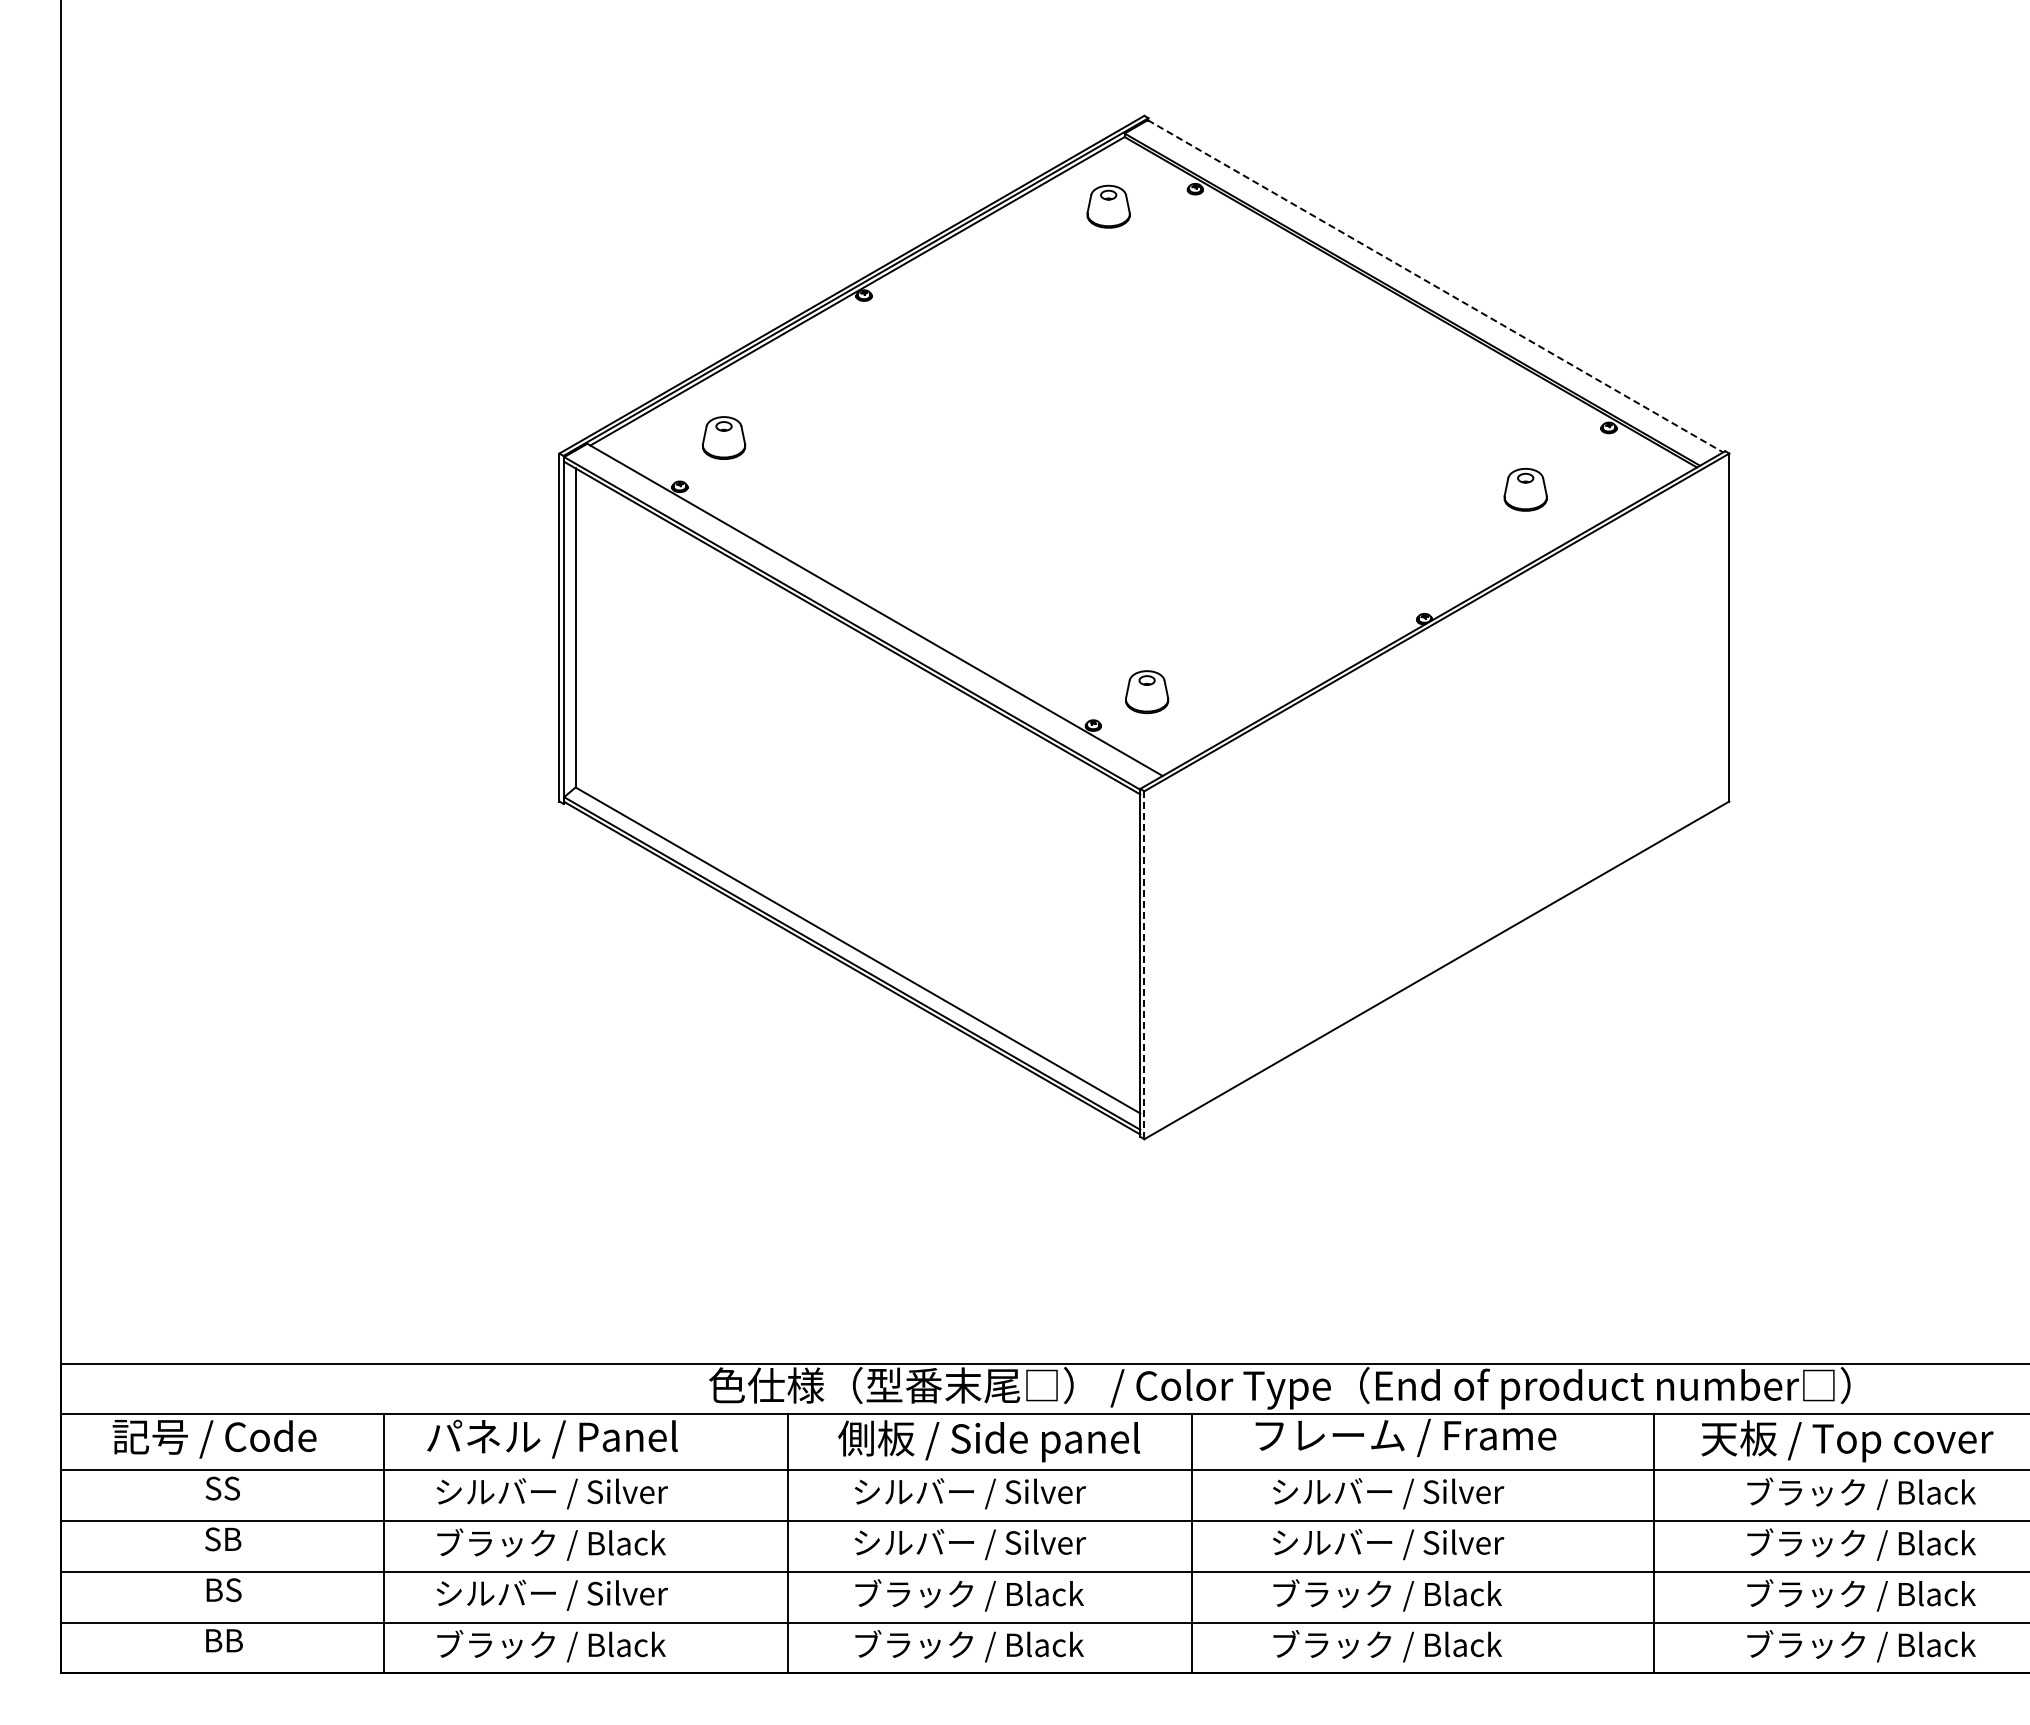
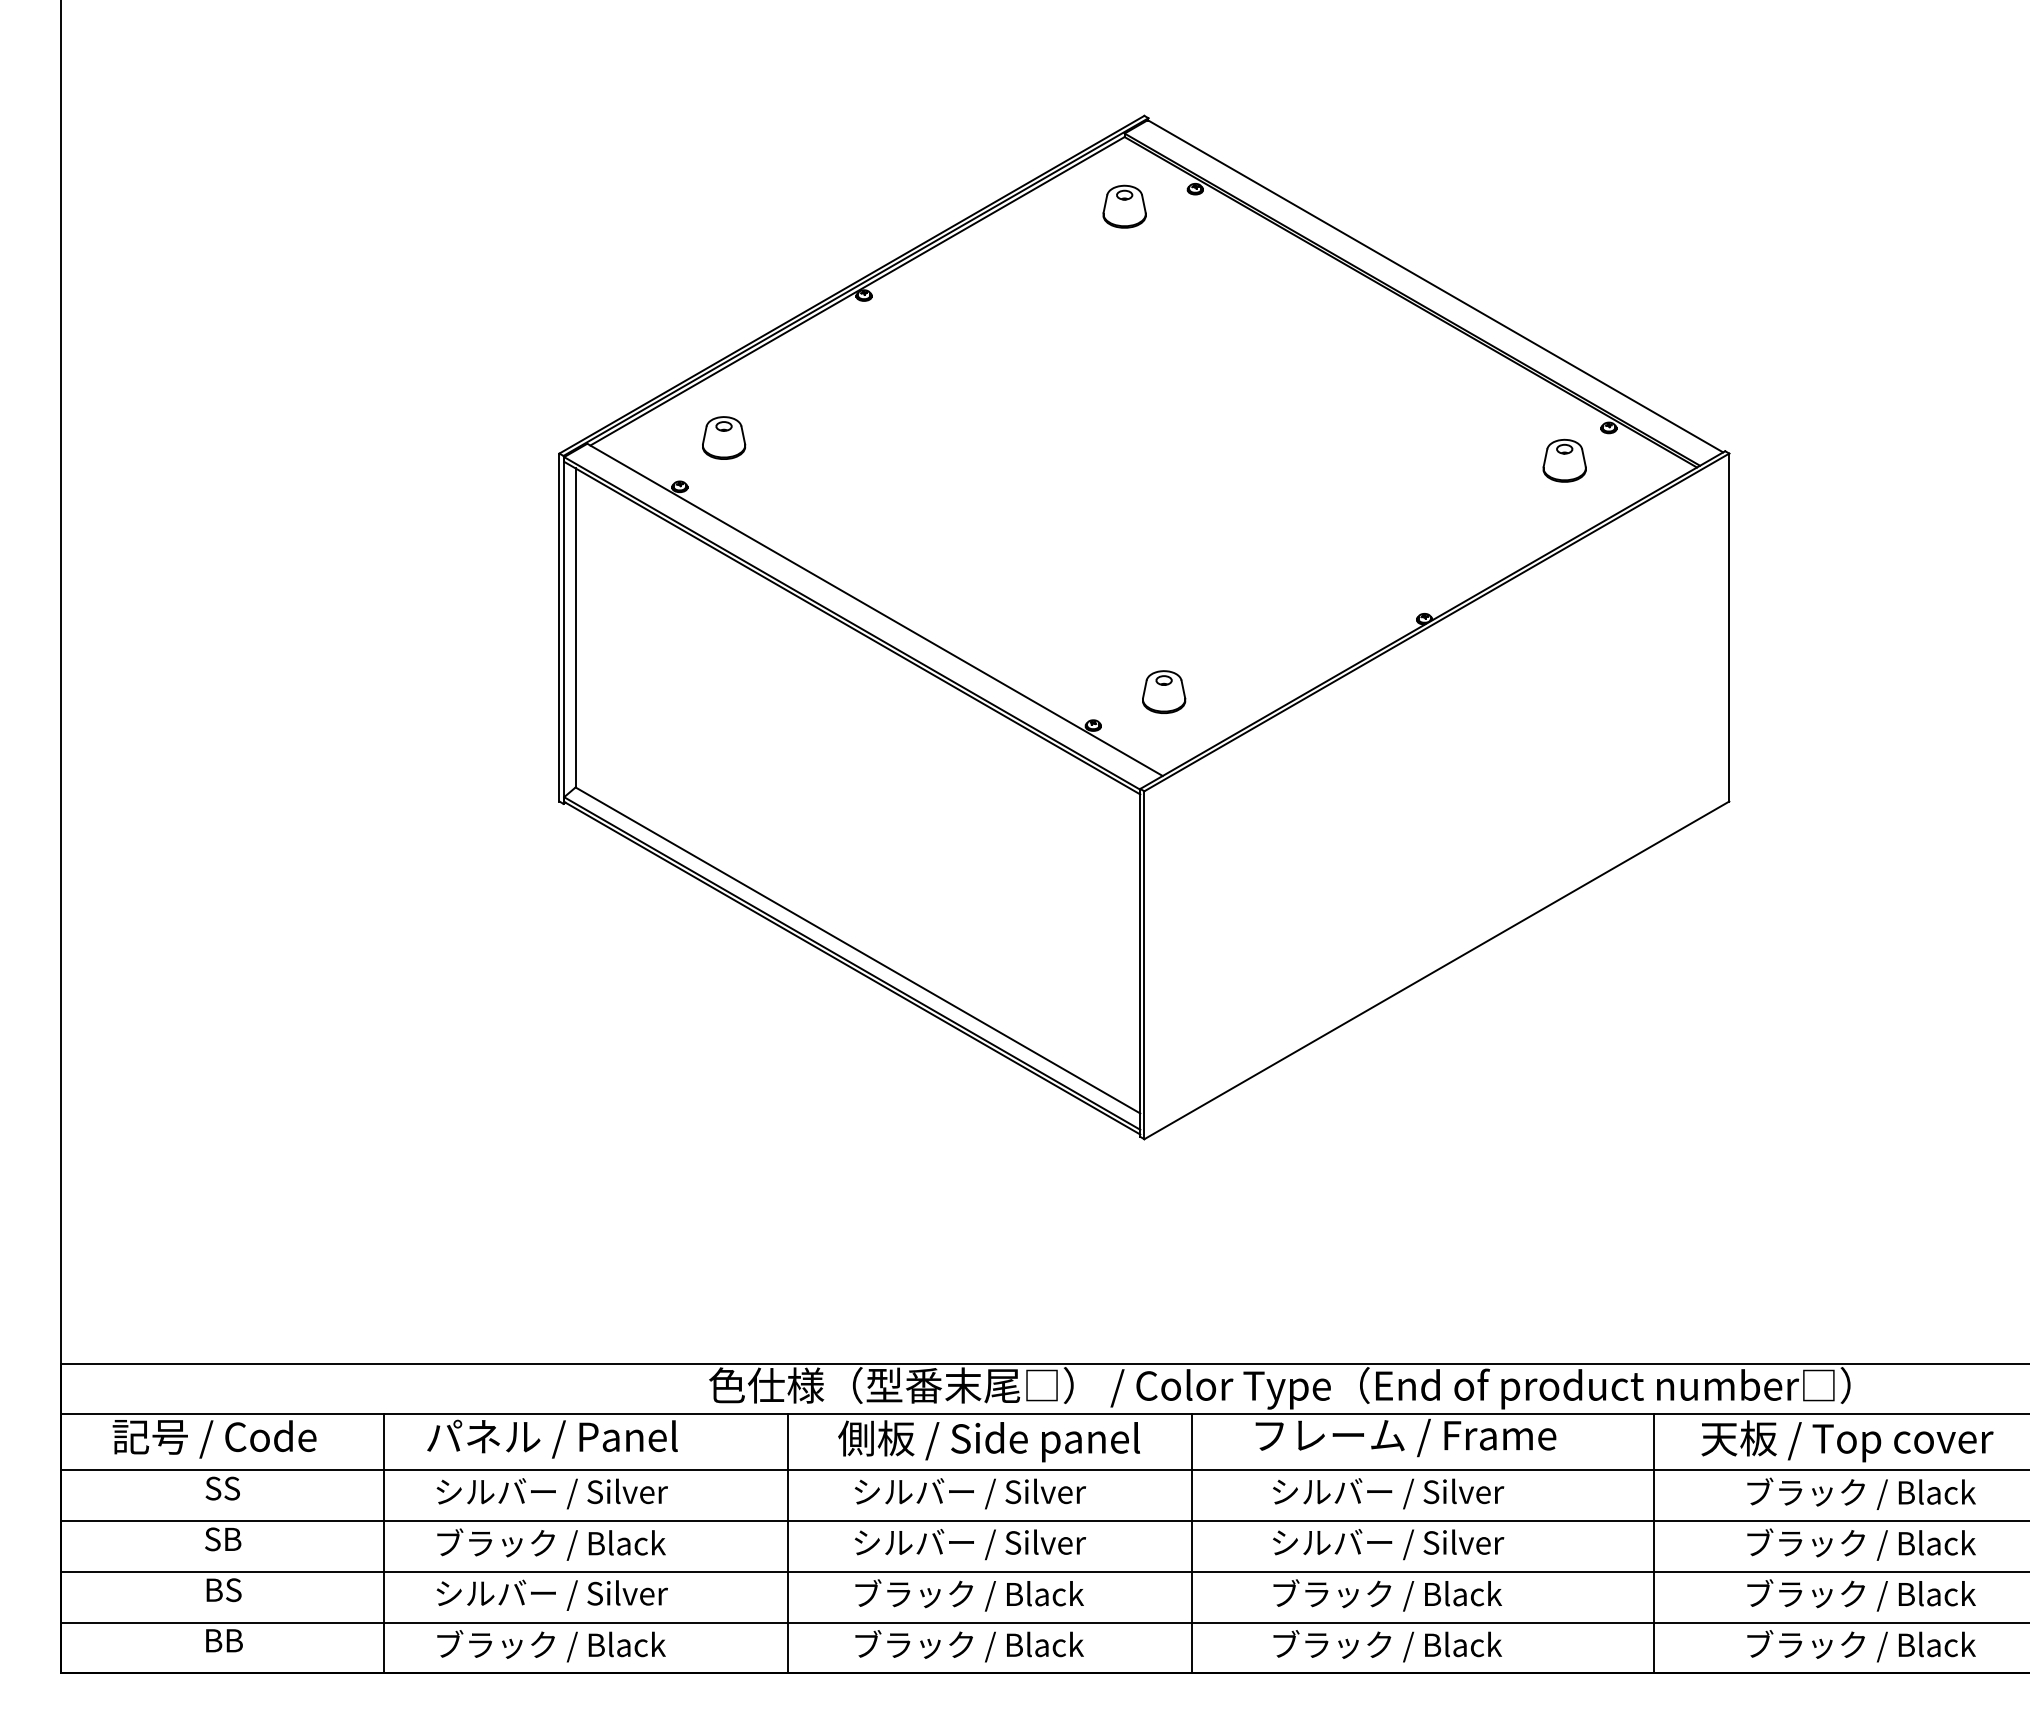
part at (1108, 206) position: (1108, 206) -> (1124, 206)
line at (1435, 286): dashed -> solid
part at (1525, 489) position: (1525, 489) -> (1564, 460)
part at (1147, 691) position: (1147, 691) -> (1164, 691)
line at (1144, 965): dashed -> solid
